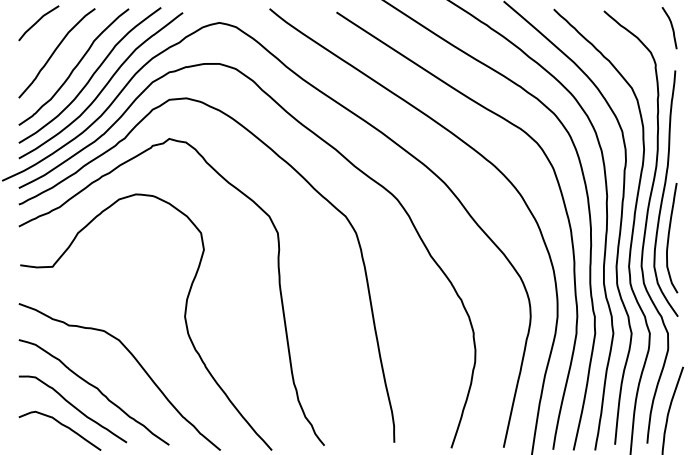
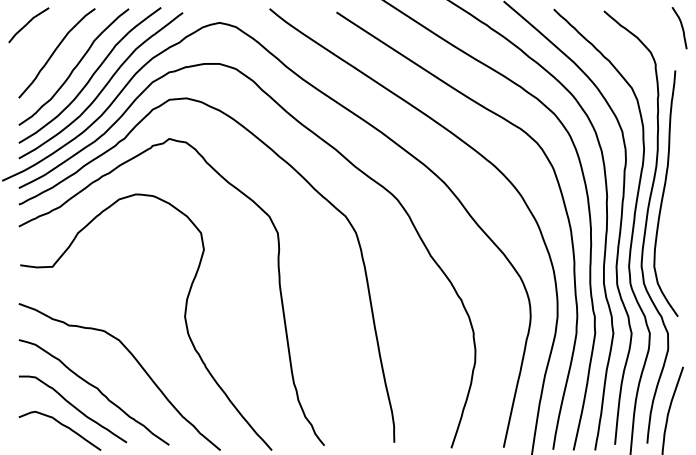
line at (38, 22) position: (38, 22) -> (28, 24)
curve at (671, 28) position: (671, 28) -> (681, 28)
curve at (669, 238): present -> none
